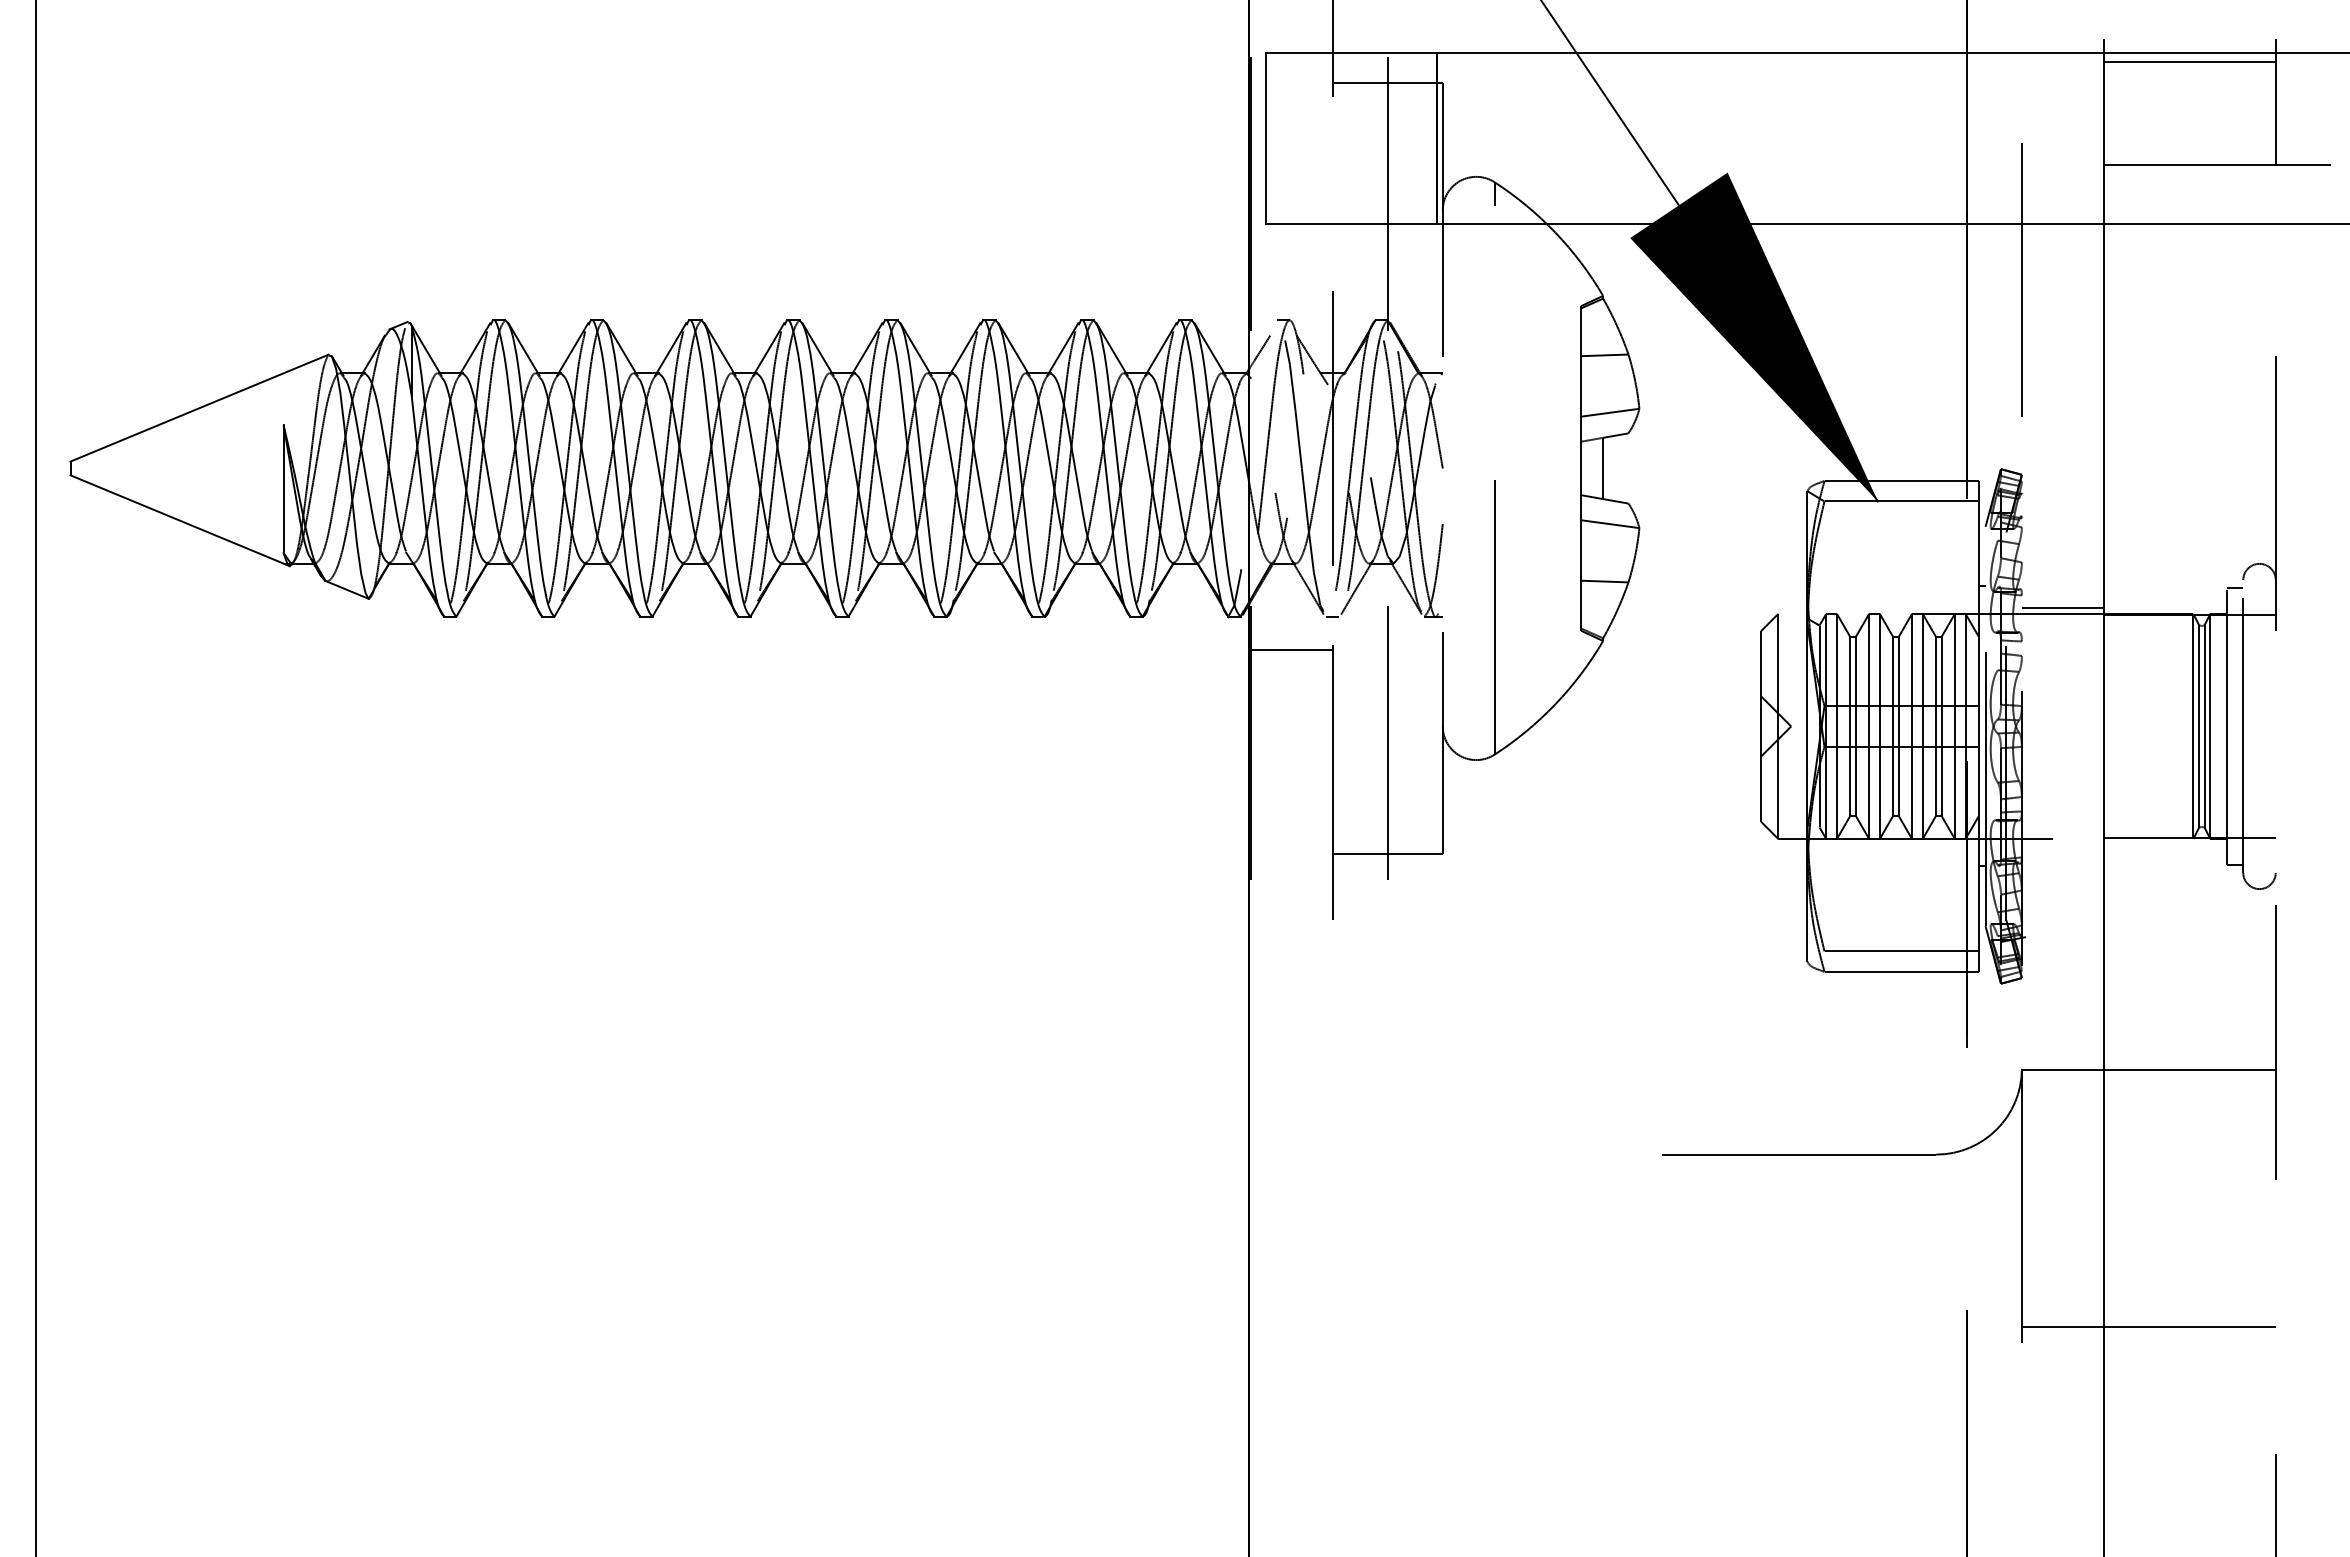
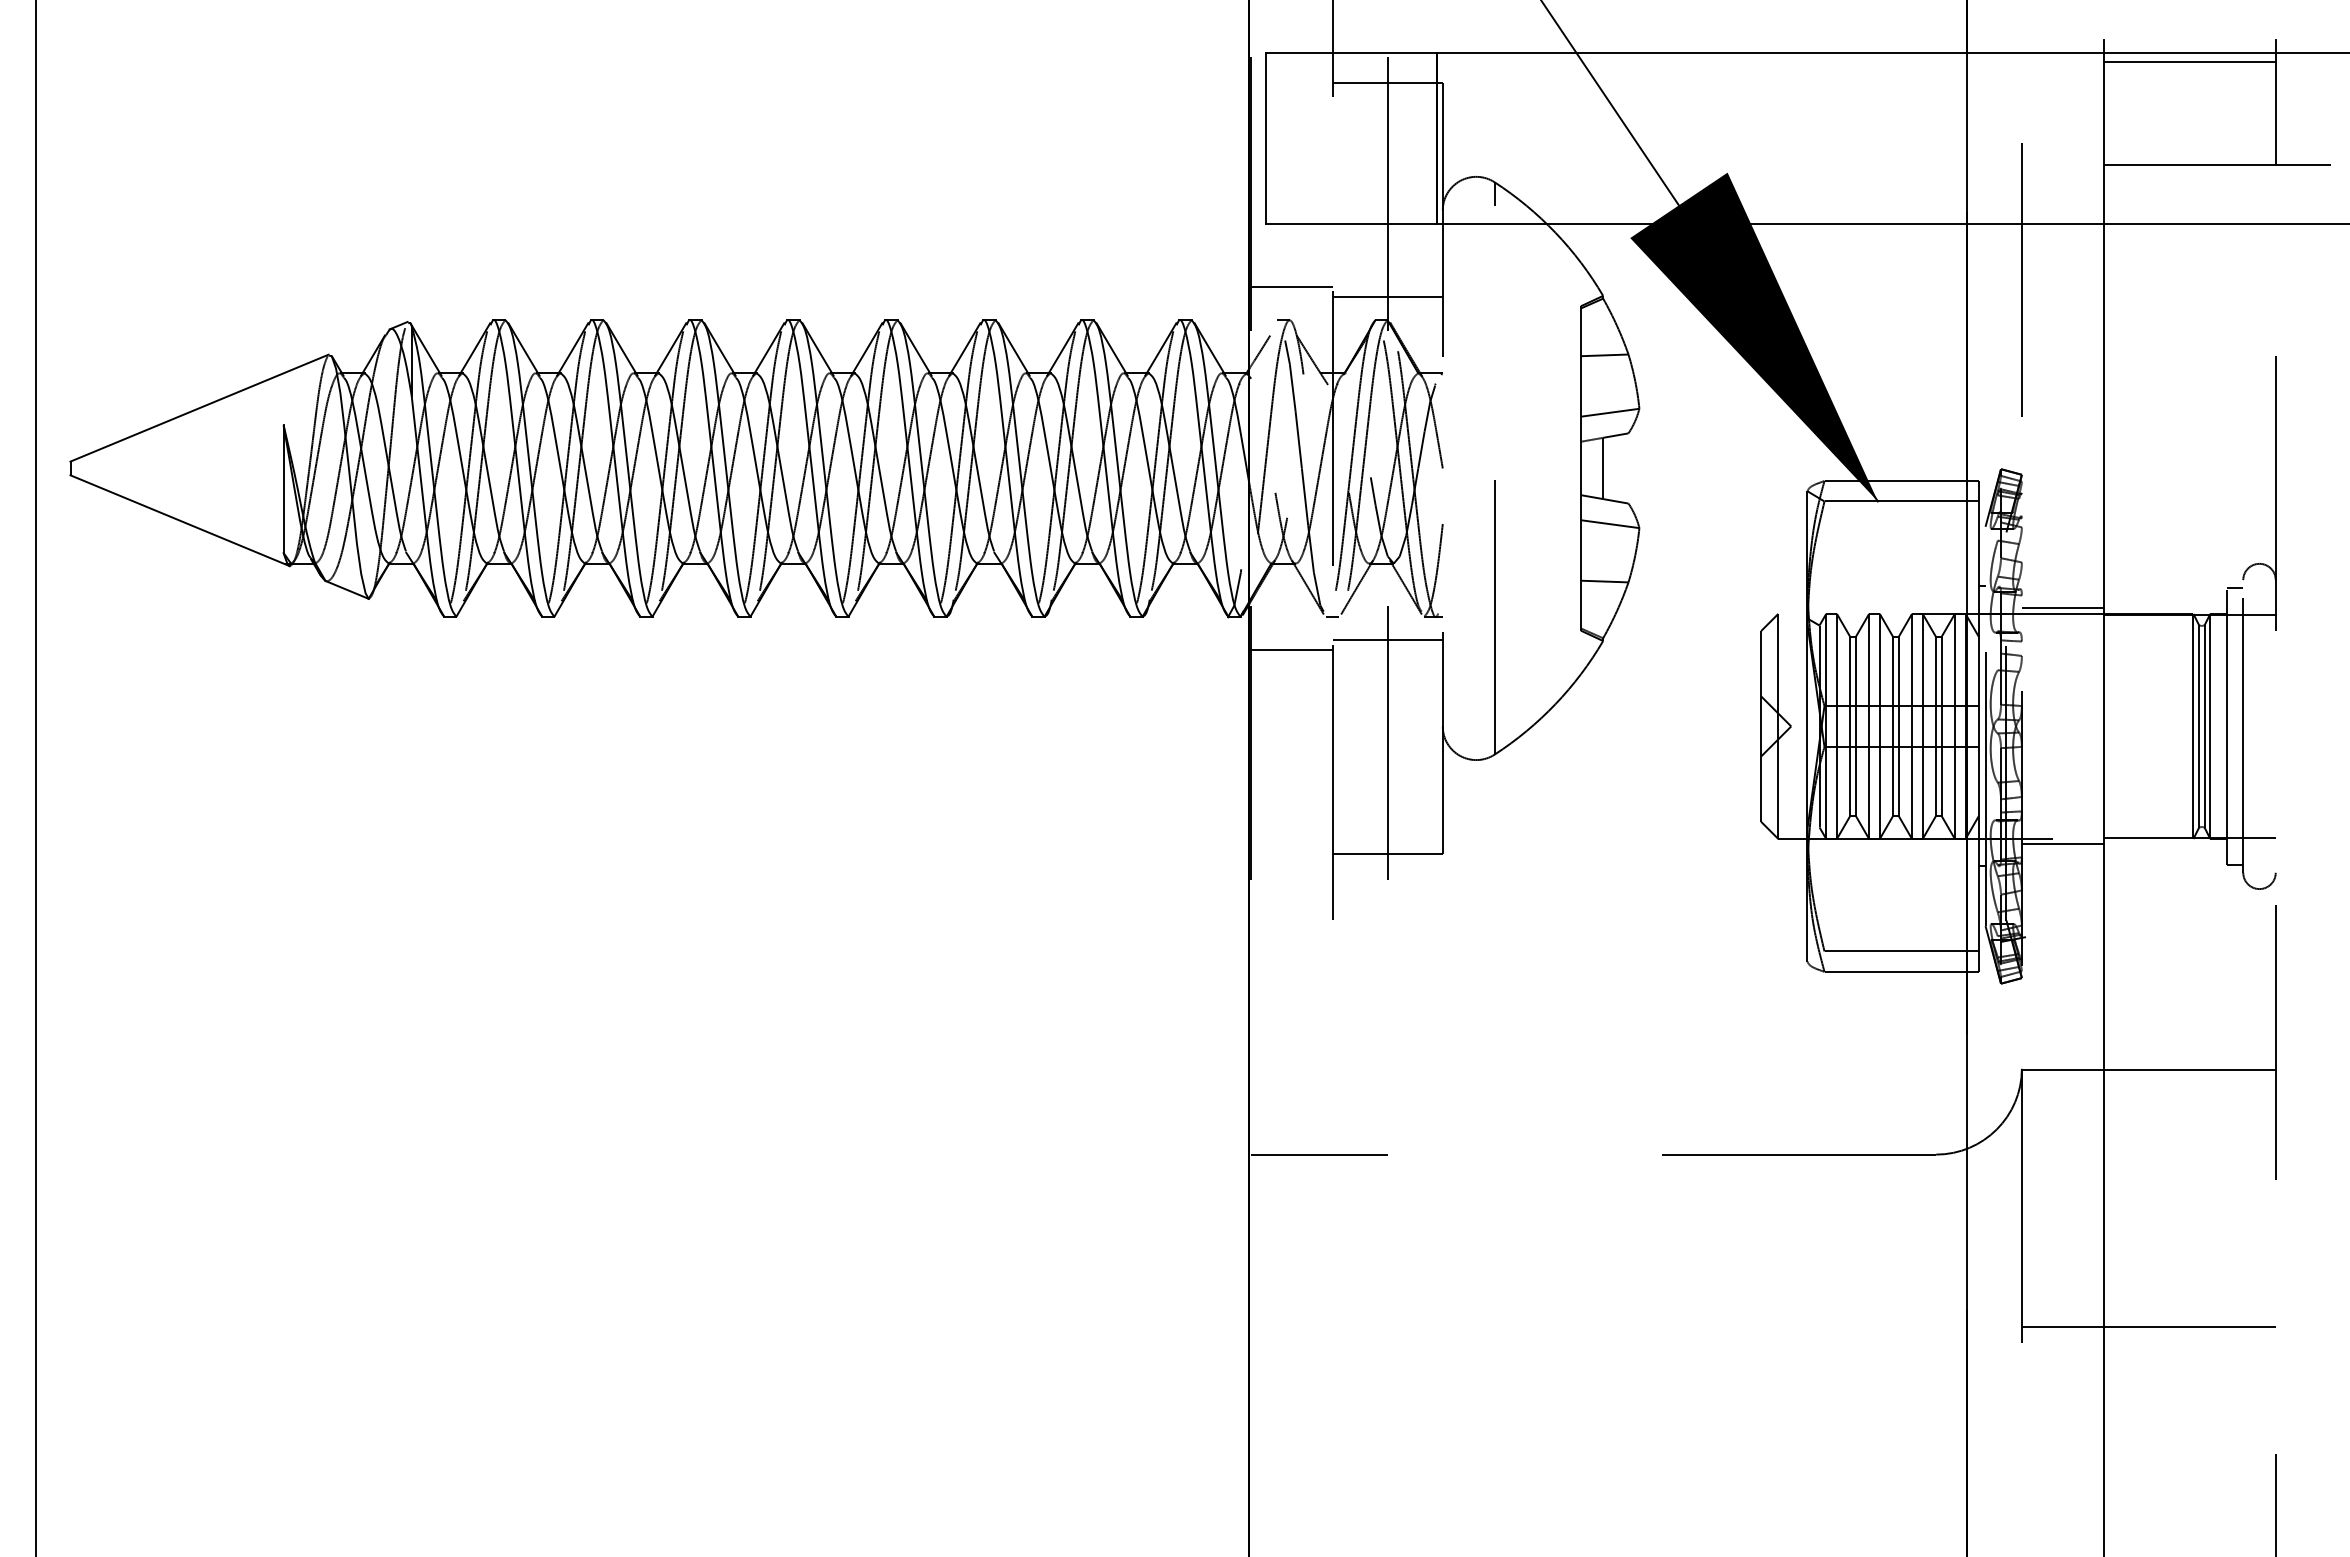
line at (1291, 286): none -> present
line at (1387, 296): none -> present
line at (1387, 640): none -> present
line at (2062, 844): none -> present
line at (1967, 891): dashed -> solid
line at (1318, 1154): none -> present
